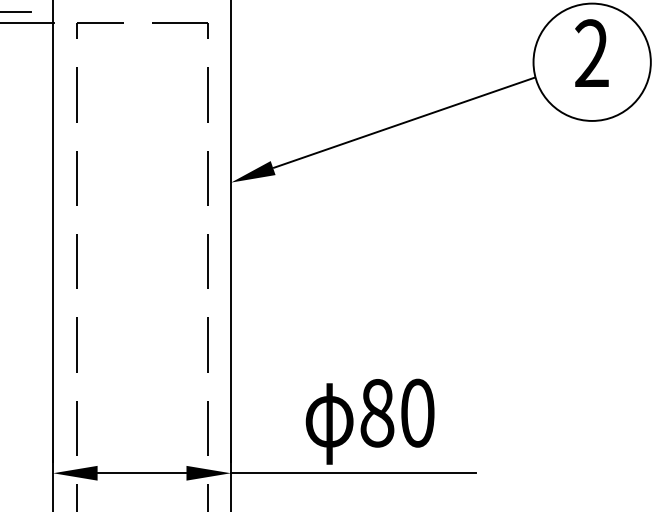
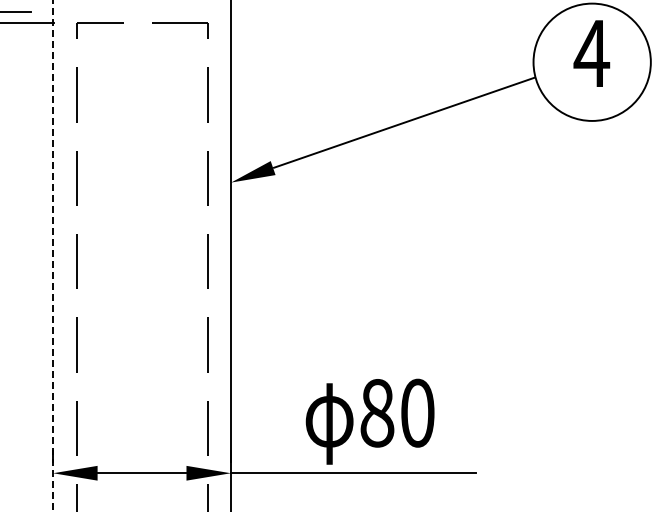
text at (591, 52): 2 -> 4
line at (53, 256): solid -> dashed
